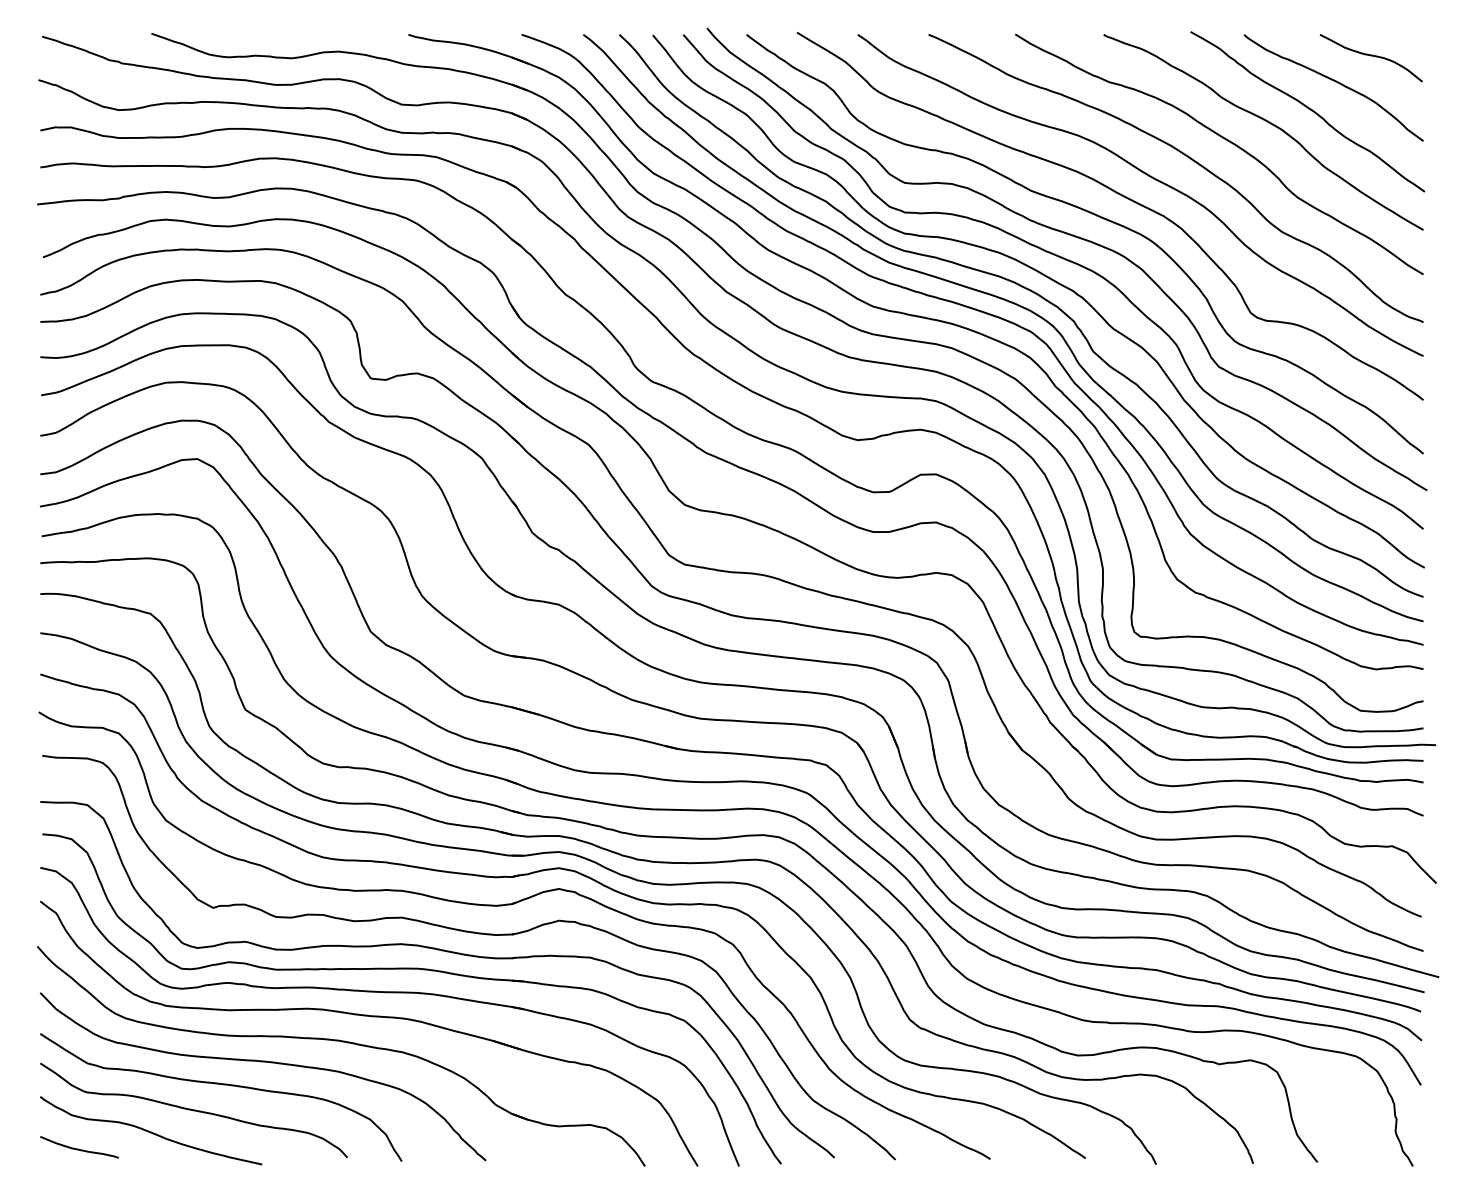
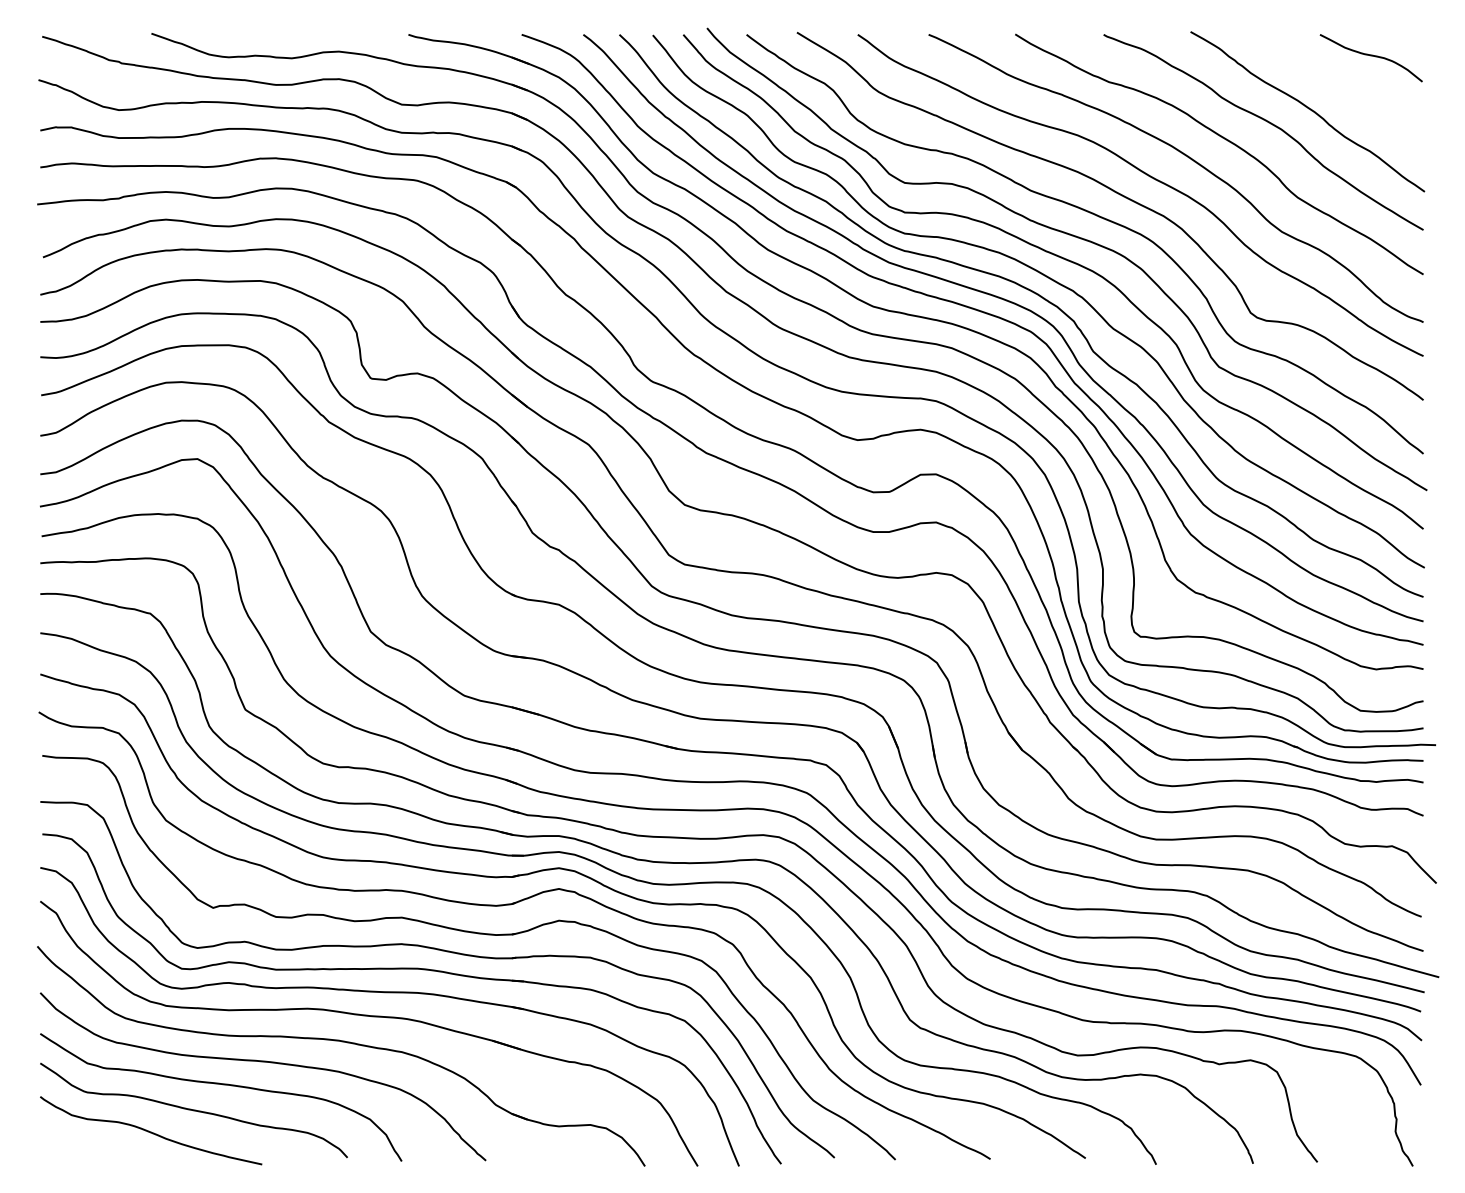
curve at (1335, 82): present -> none
curve at (78, 1148): present -> none
